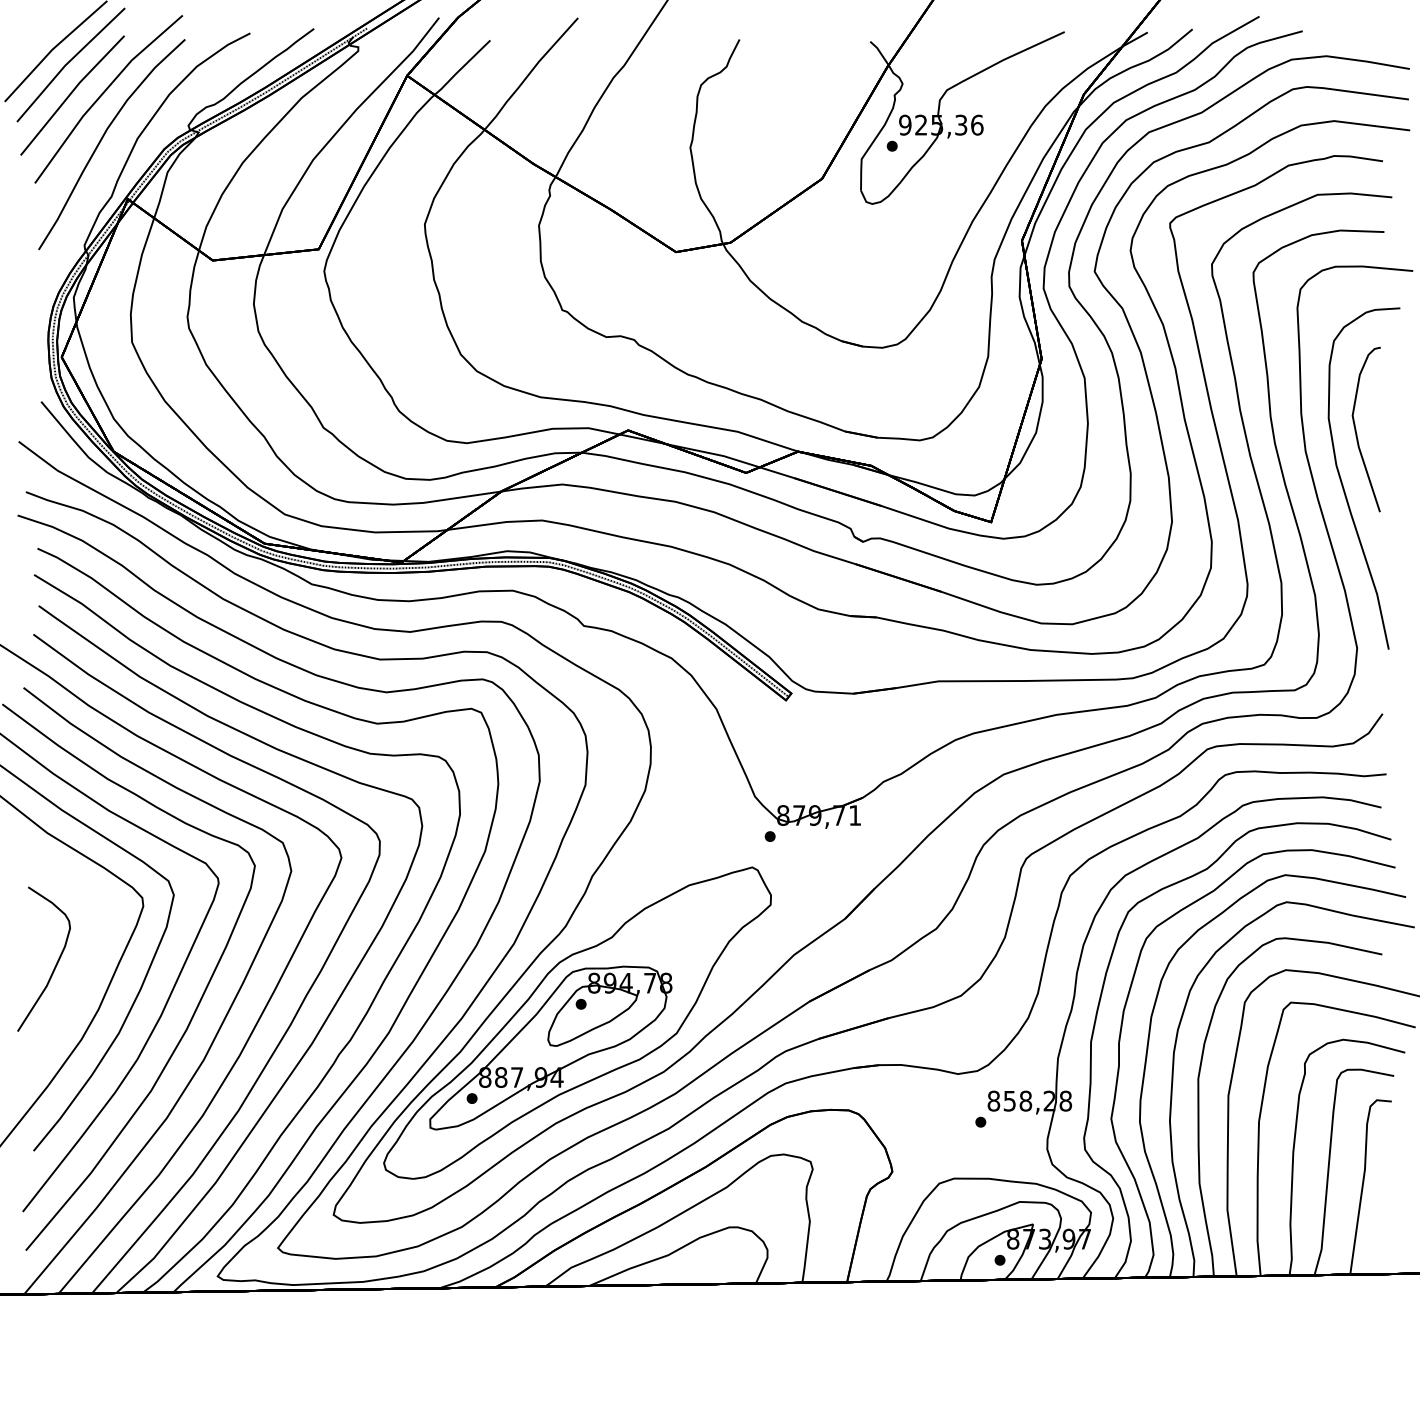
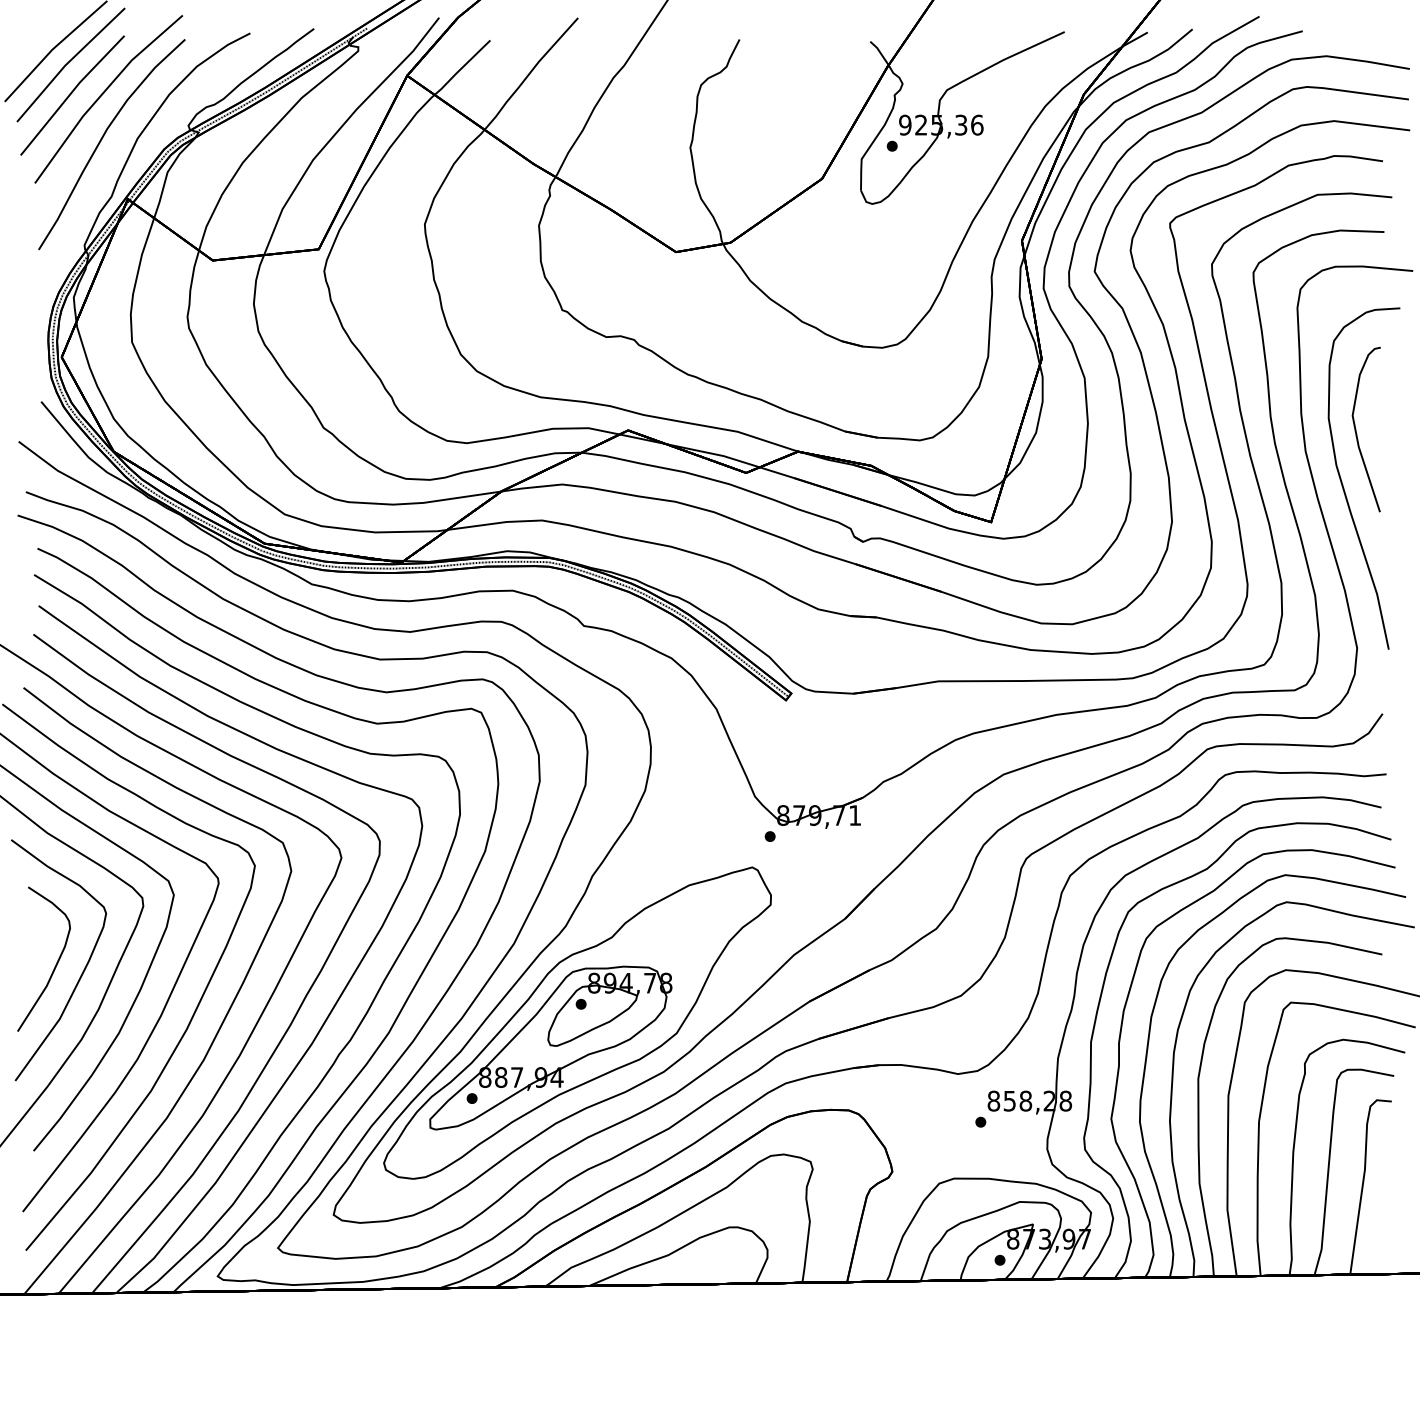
part at (82, 971): none -> present
